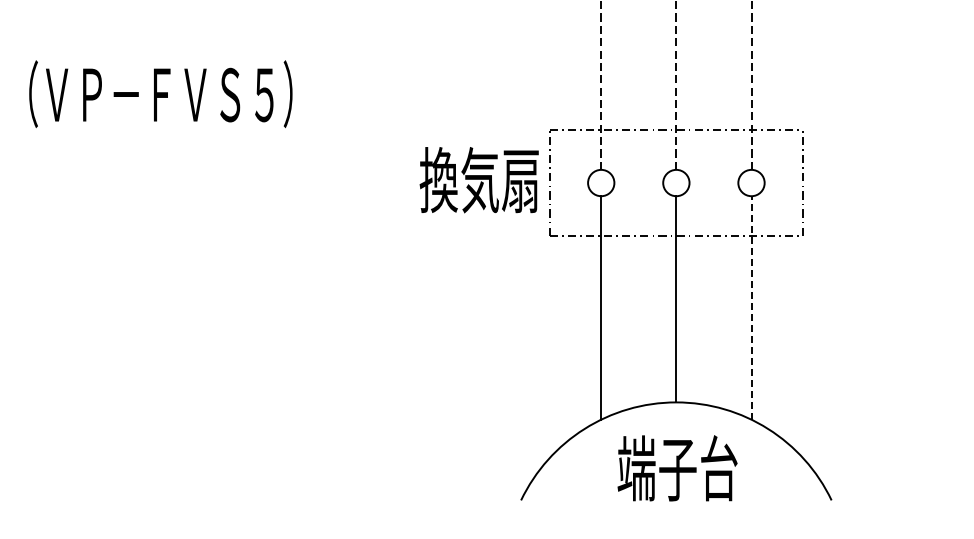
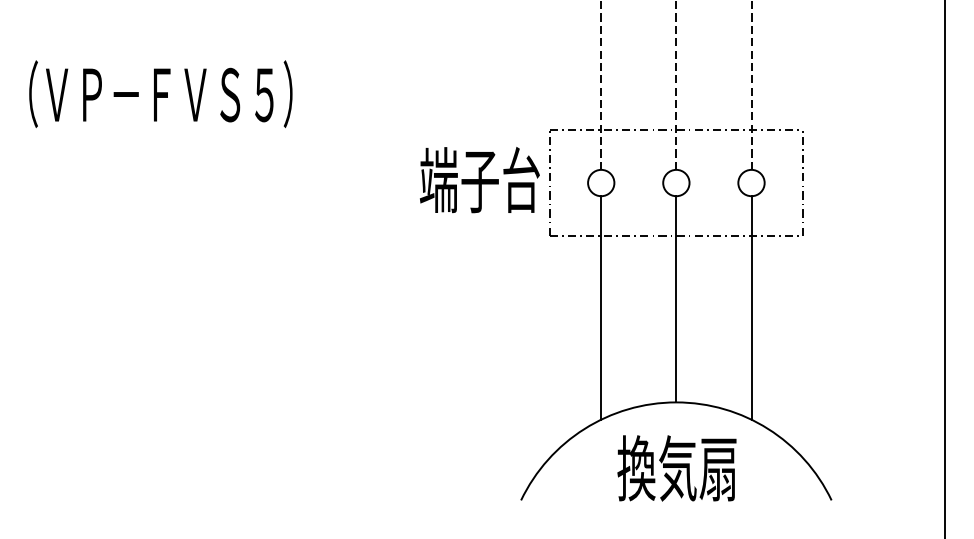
text at (479, 179): 換気扇 -> 端子台
line at (944, 268): none -> present
line at (751, 307): dashed -> solid
text at (677, 468): 端子台 -> 換気扇
